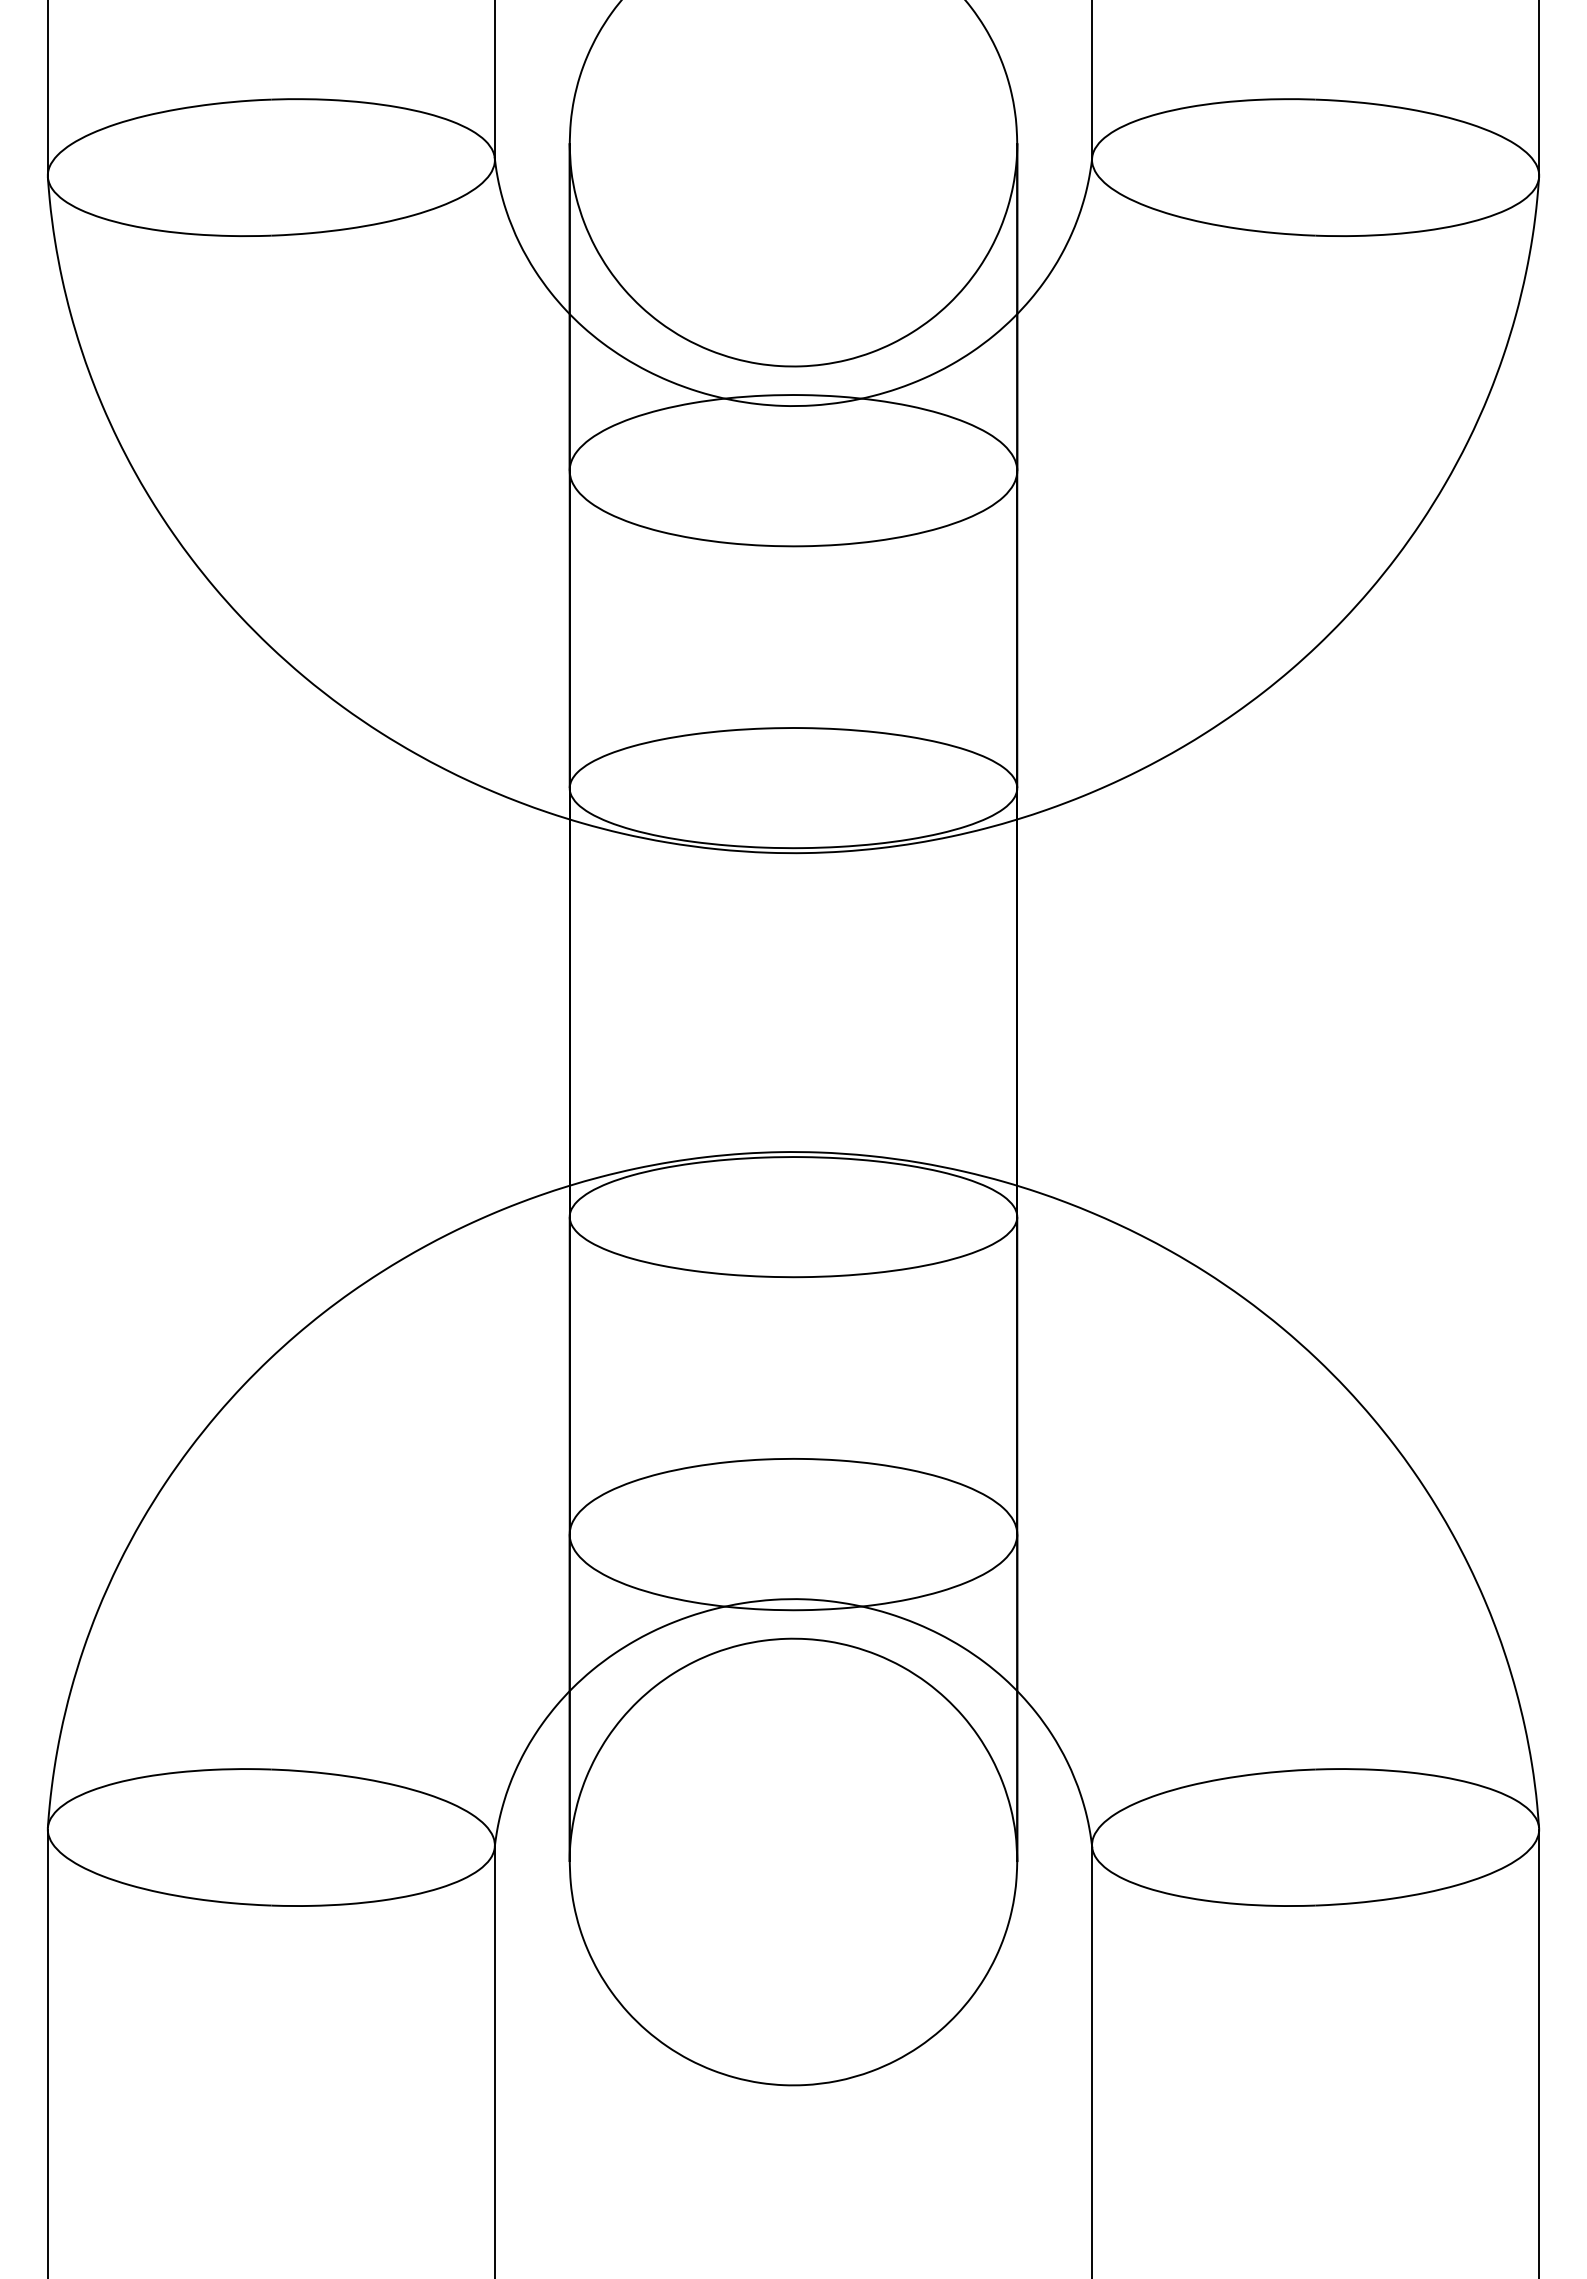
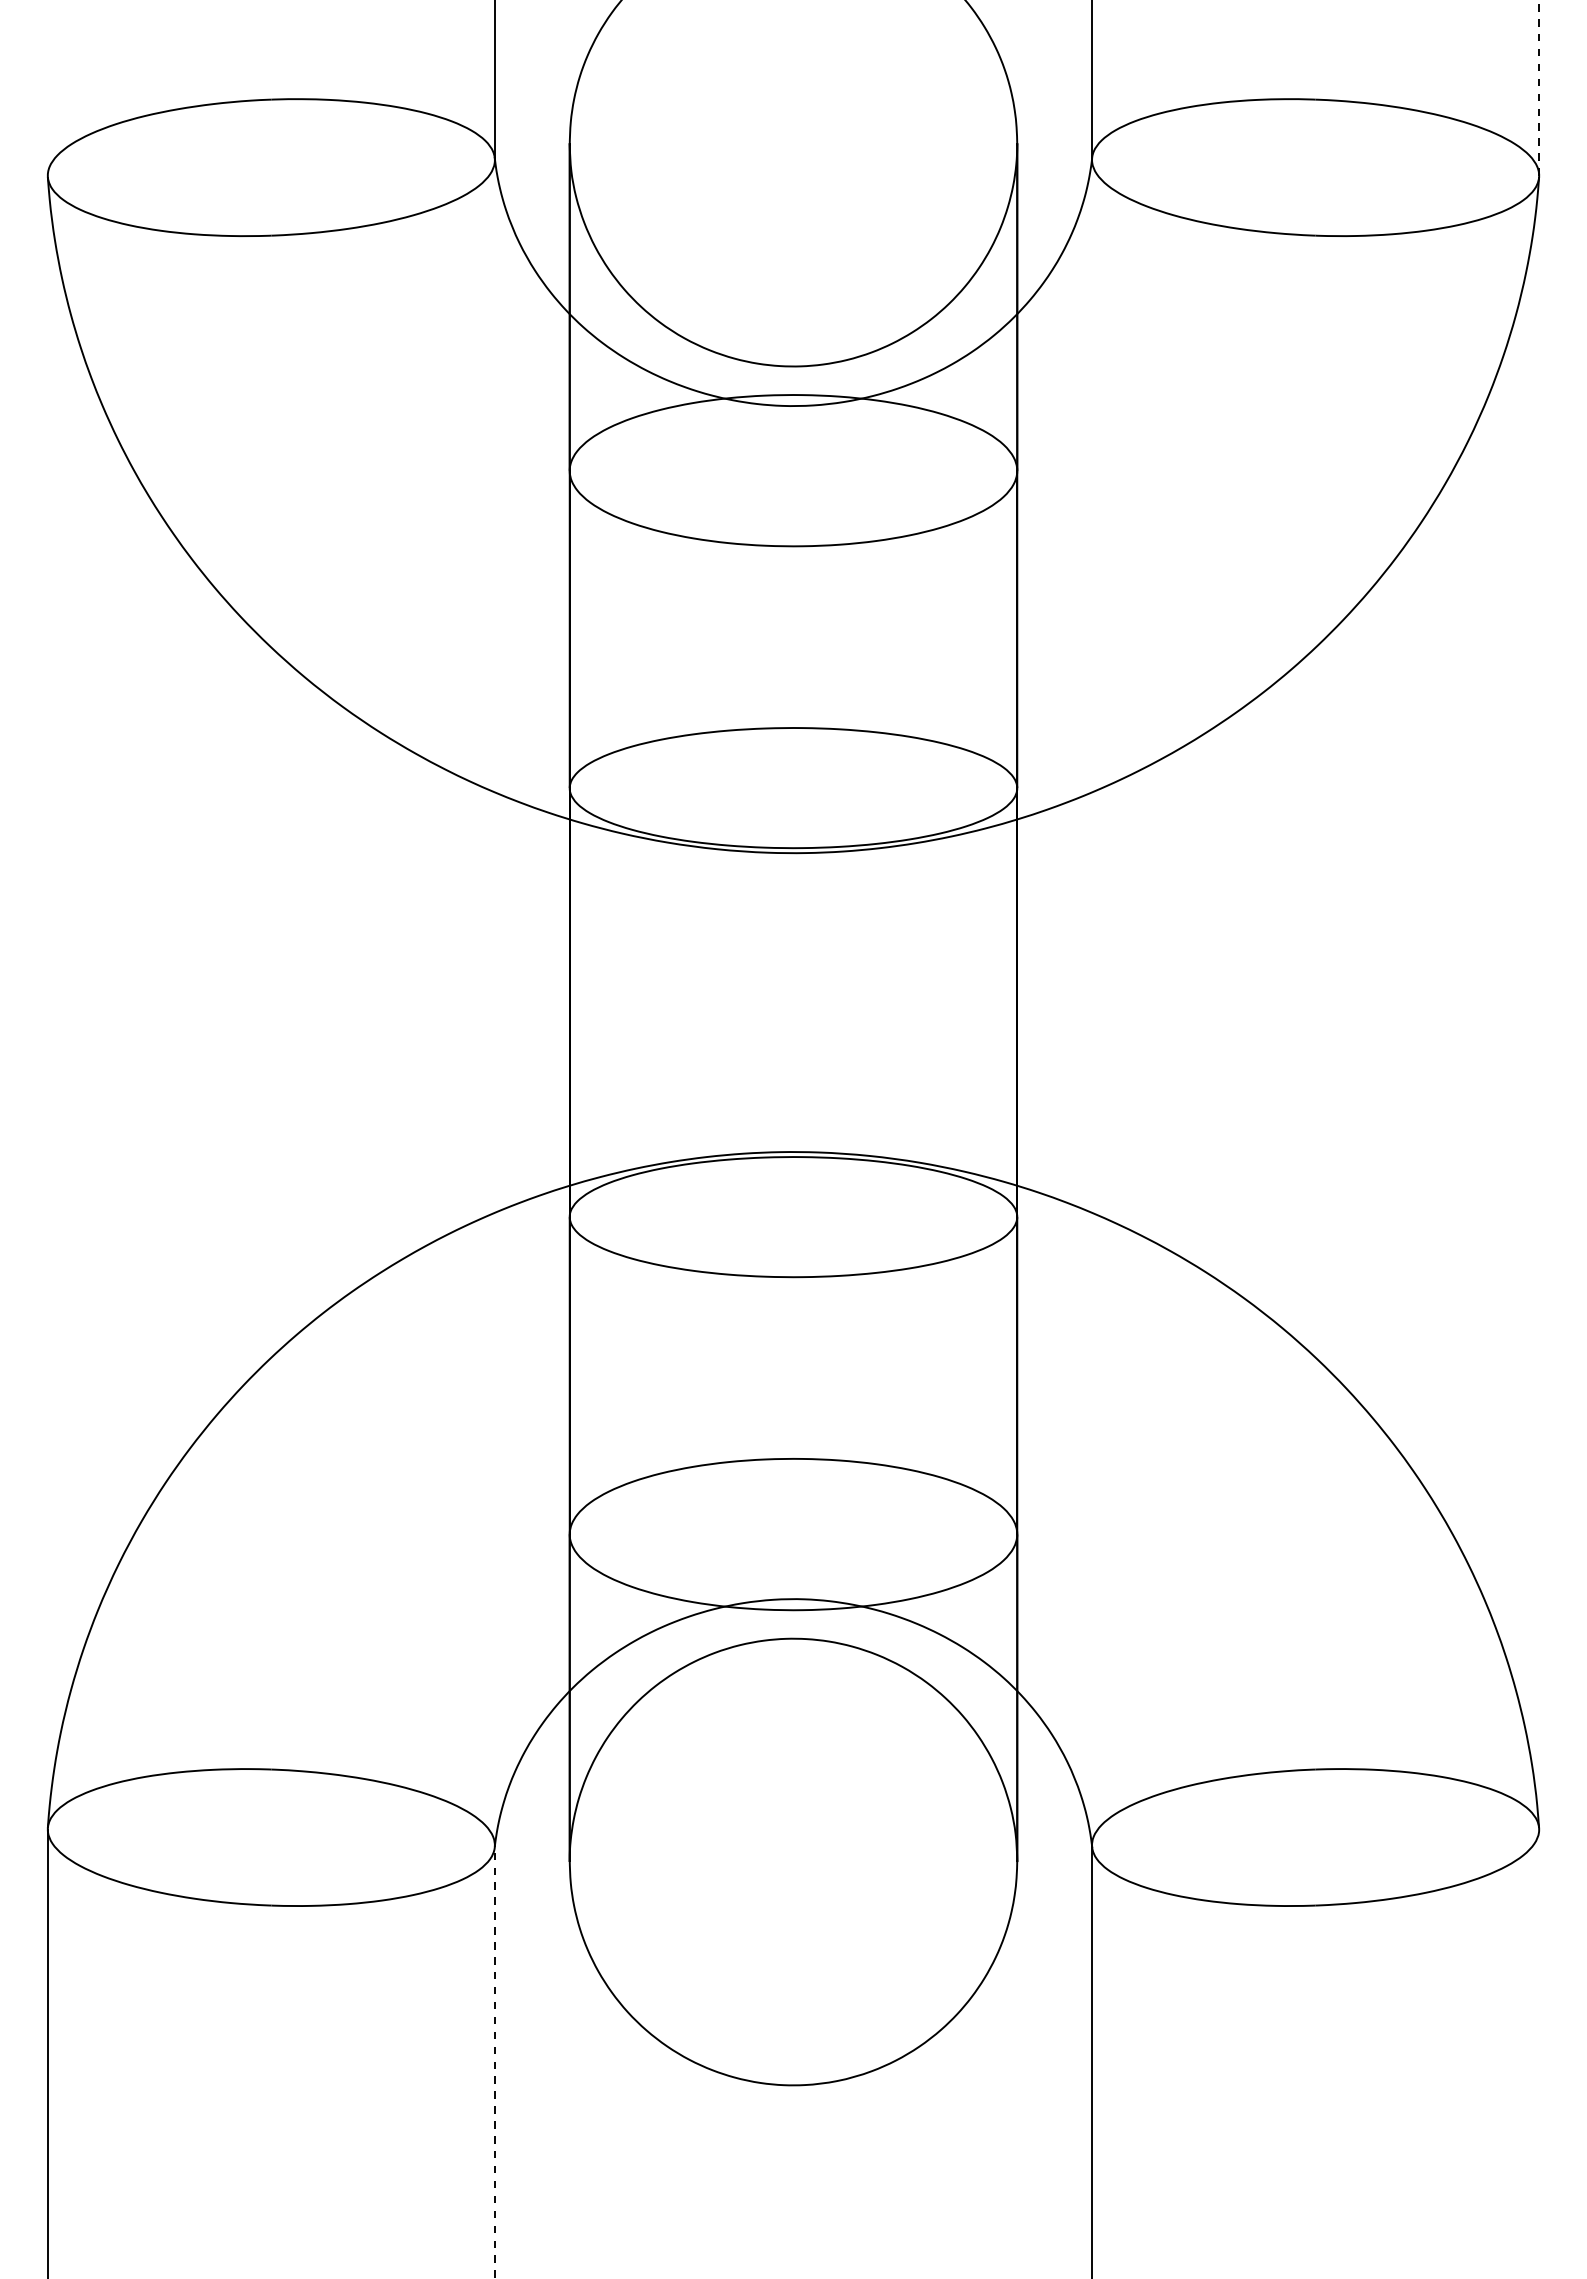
line at (1539, 87): solid -> dashed
line at (47, 88): present -> none
line at (1539, 2052): present -> none
line at (494, 2061): solid -> dashed
